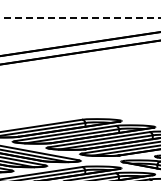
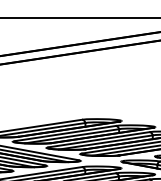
line at (80, 17): dashed -> solid
